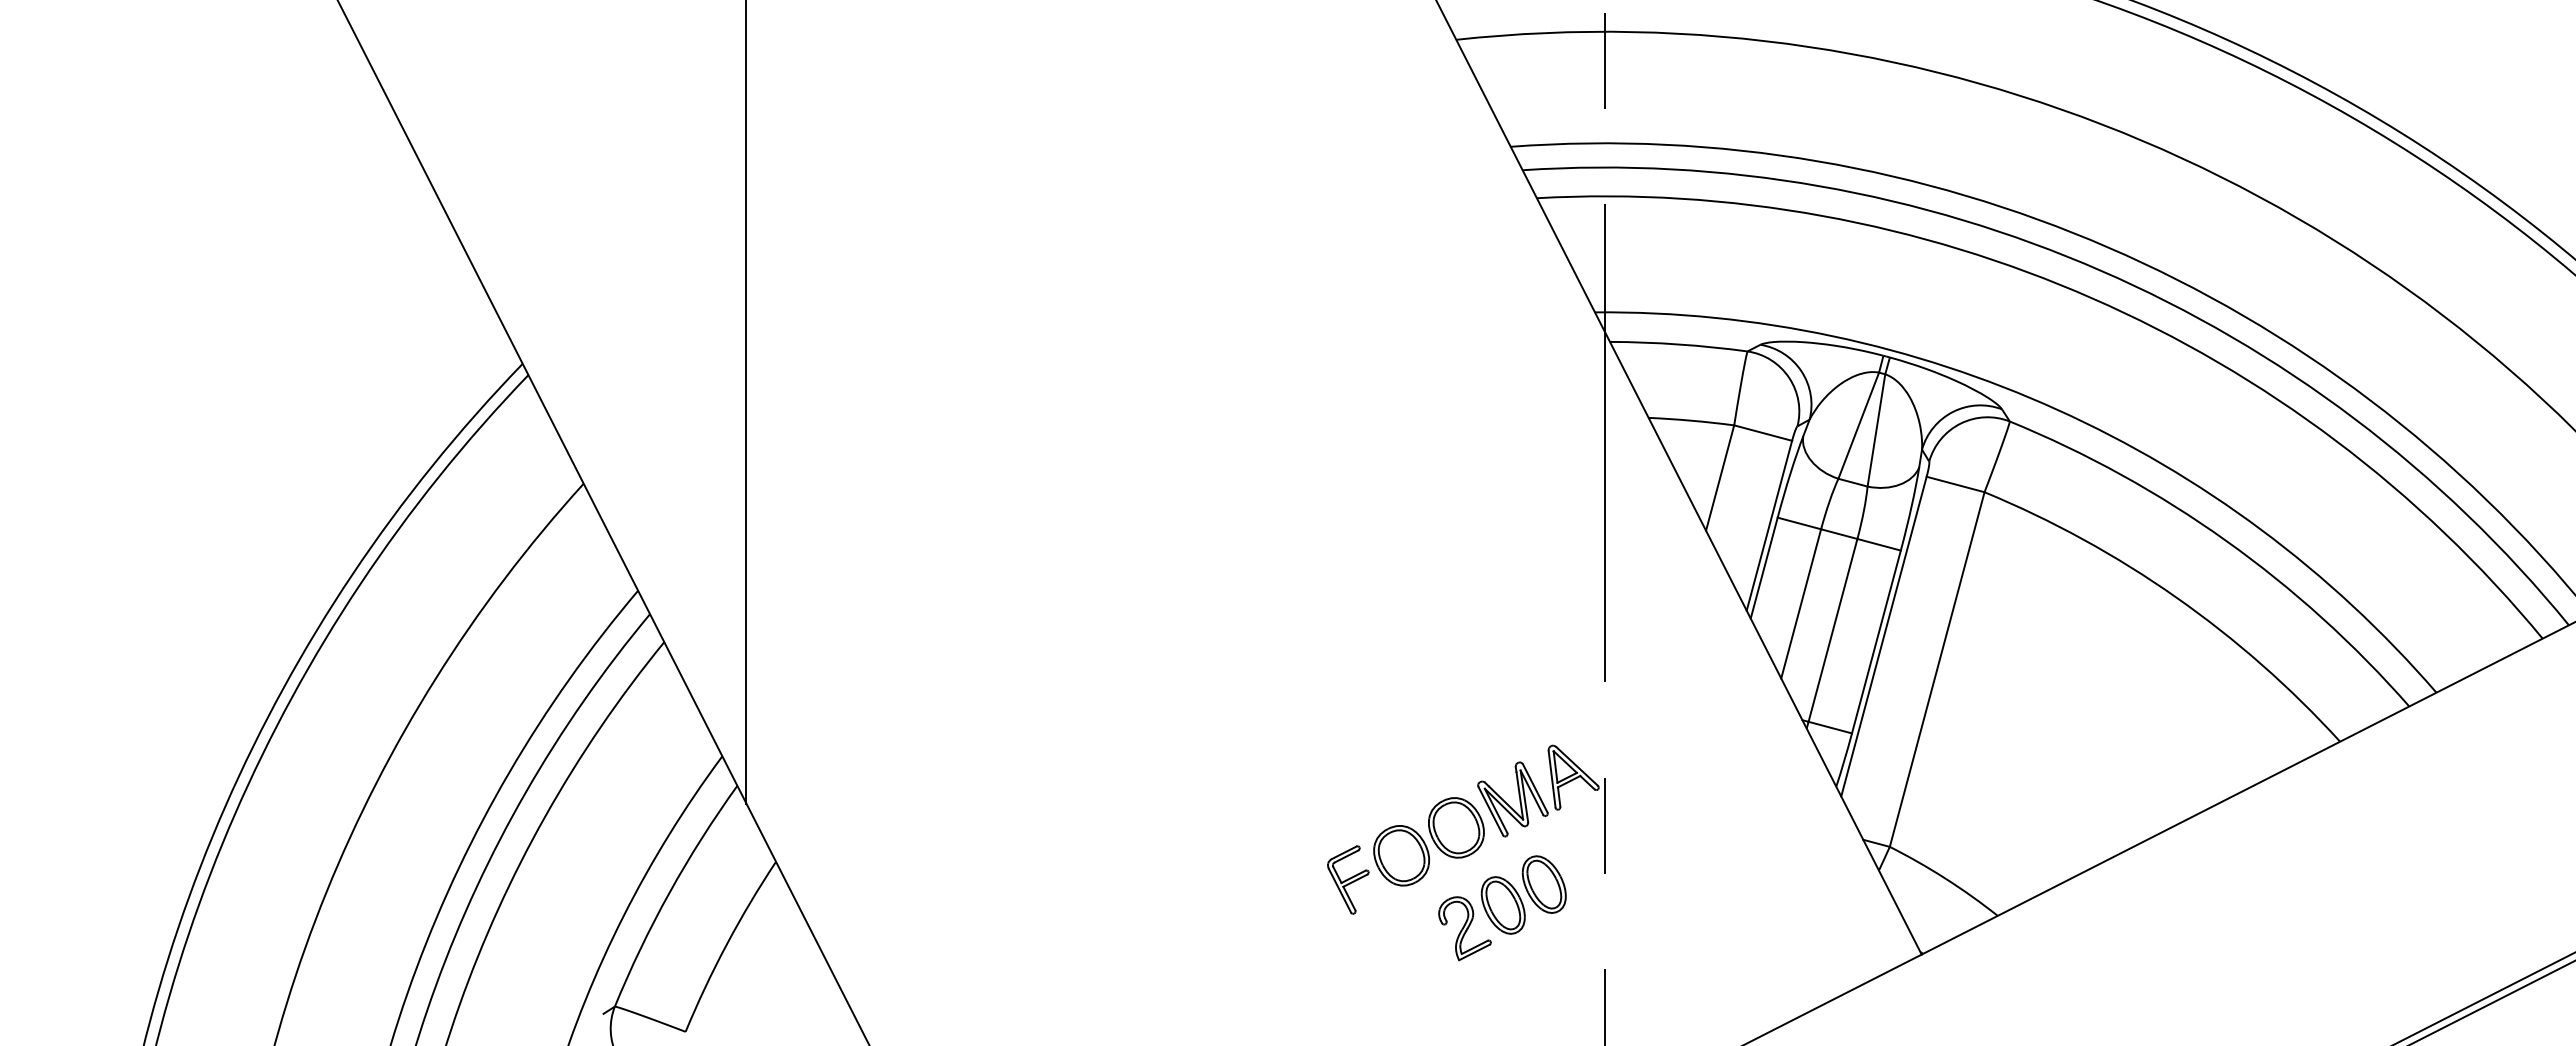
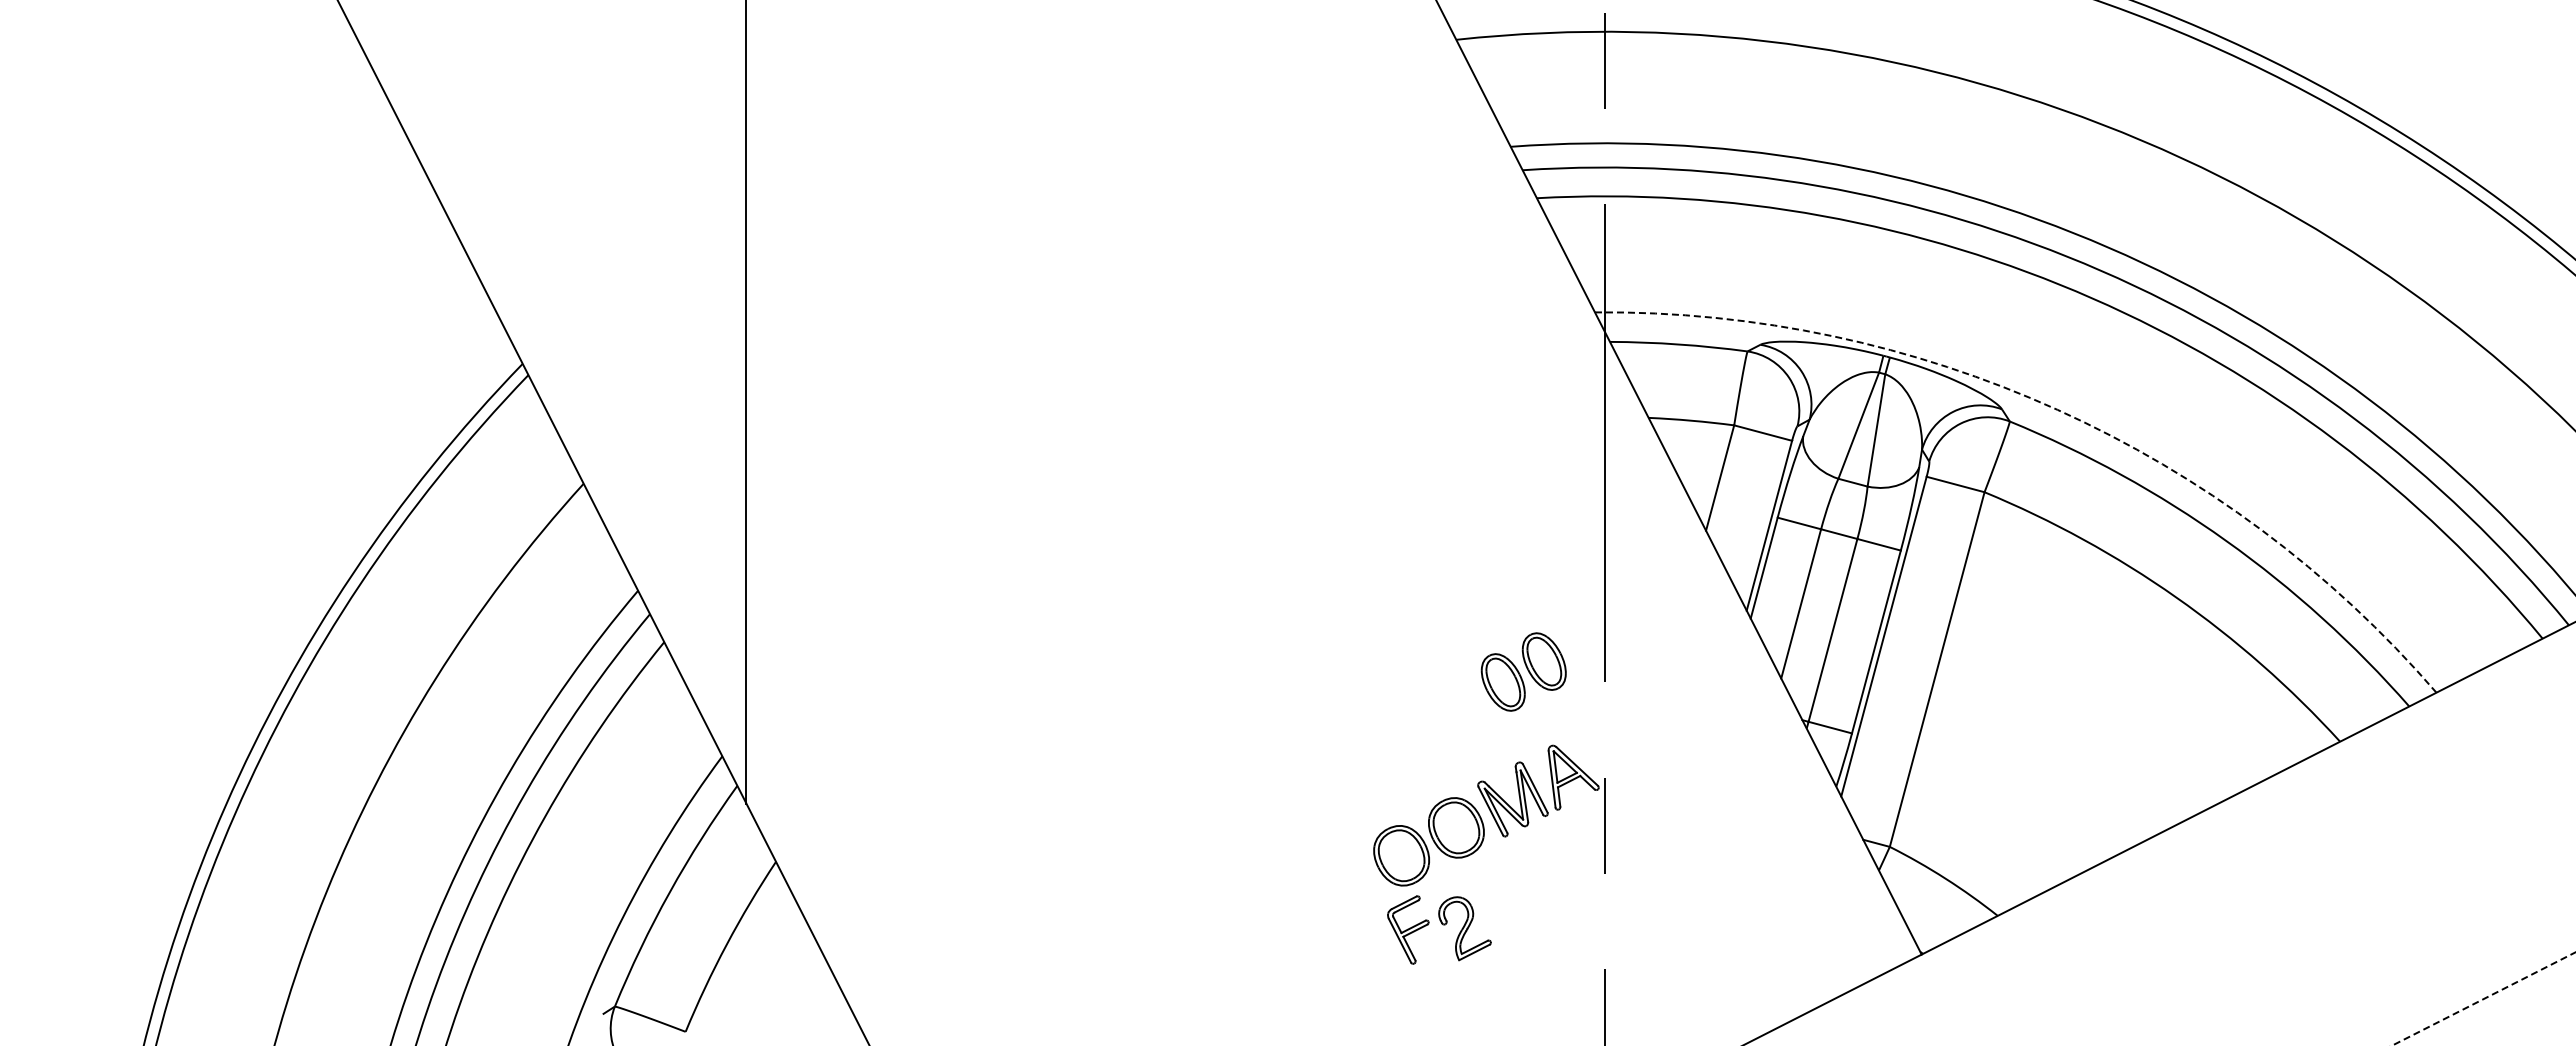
arc at (2057, 409): solid -> dashed
part at (1348, 879) position: (1348, 879) -> (1408, 929)
part at (1523, 894) position: (1523, 894) -> (1523, 671)
line at (2484, 998): solid -> dashed
line at (2492, 1002): present -> none
